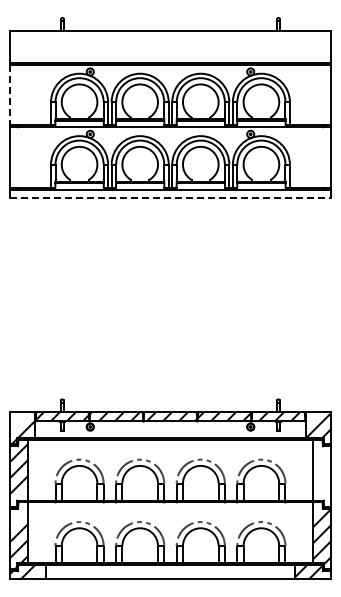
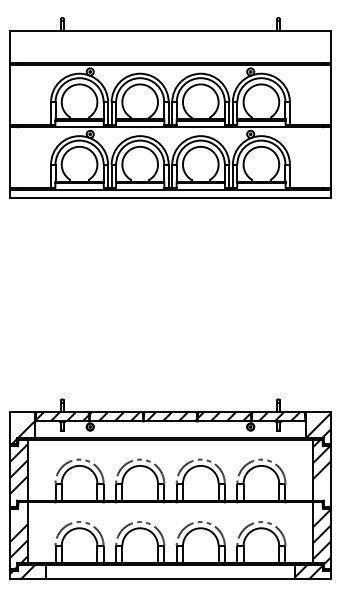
line at (10, 95): dashed -> solid
line at (170, 197): dashed -> solid
hatch at (321, 459): none -> present
